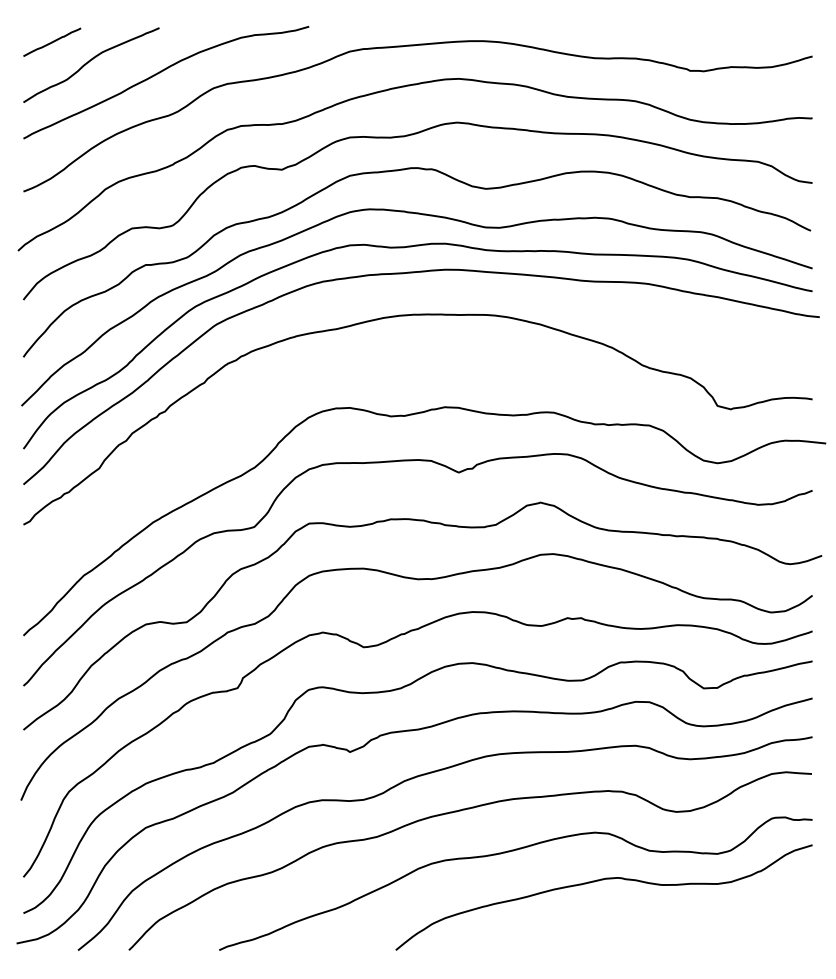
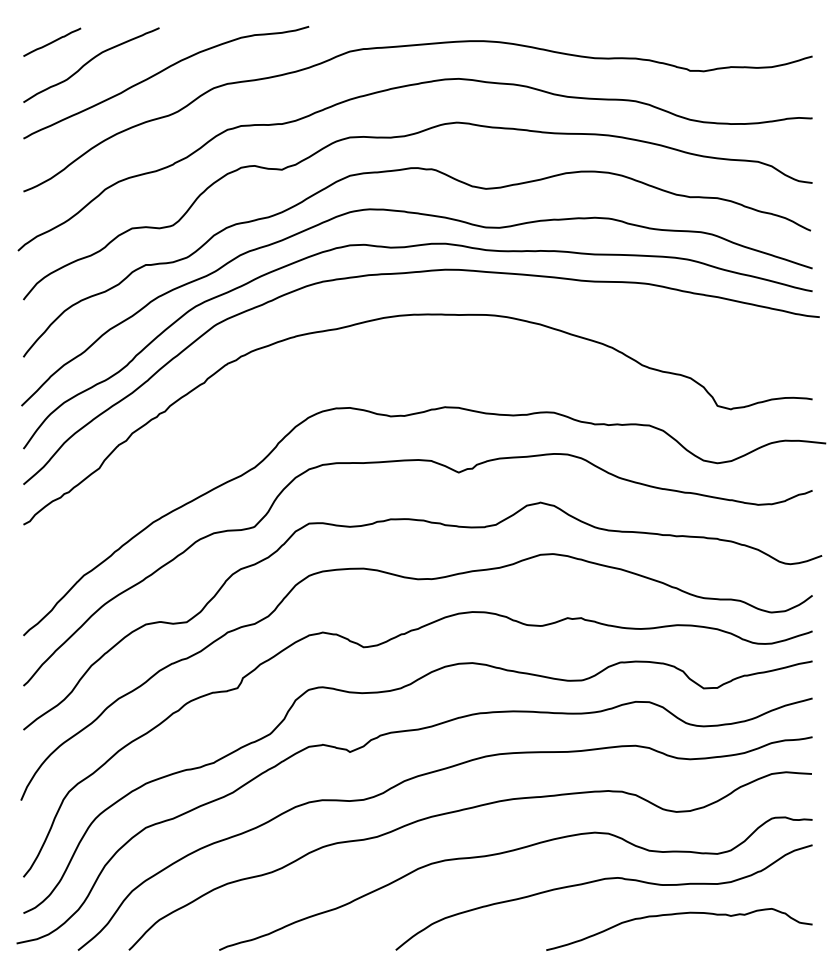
curve at (679, 914): none -> present
